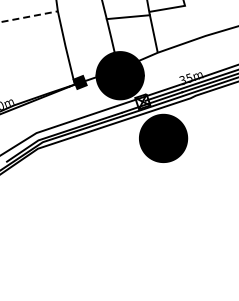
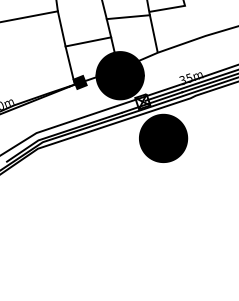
line at (29, 16): dashed -> solid
line at (88, 41): none -> present
